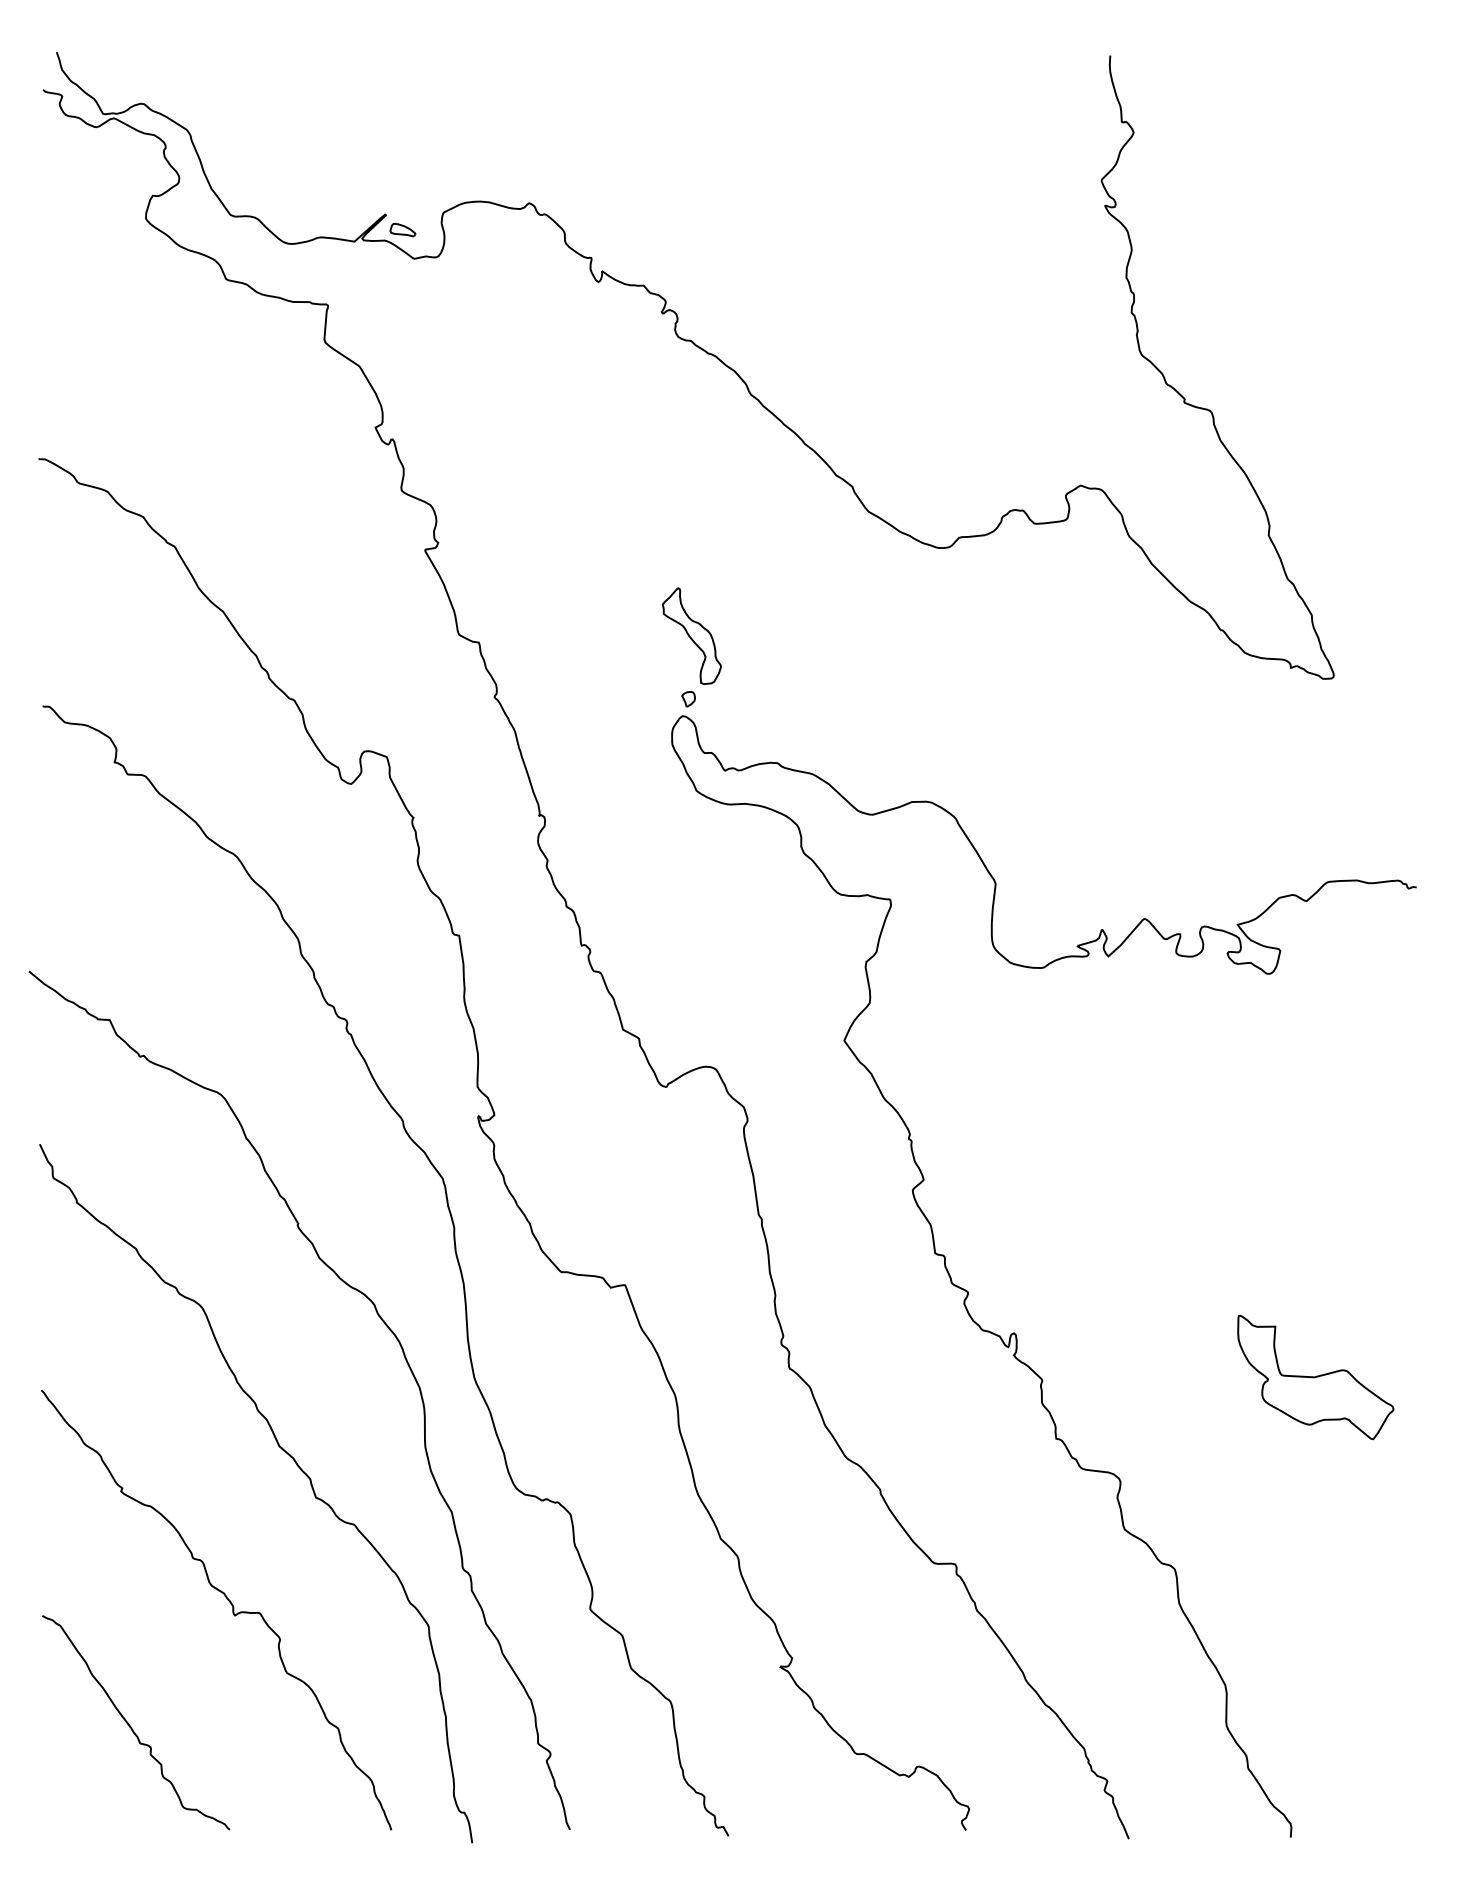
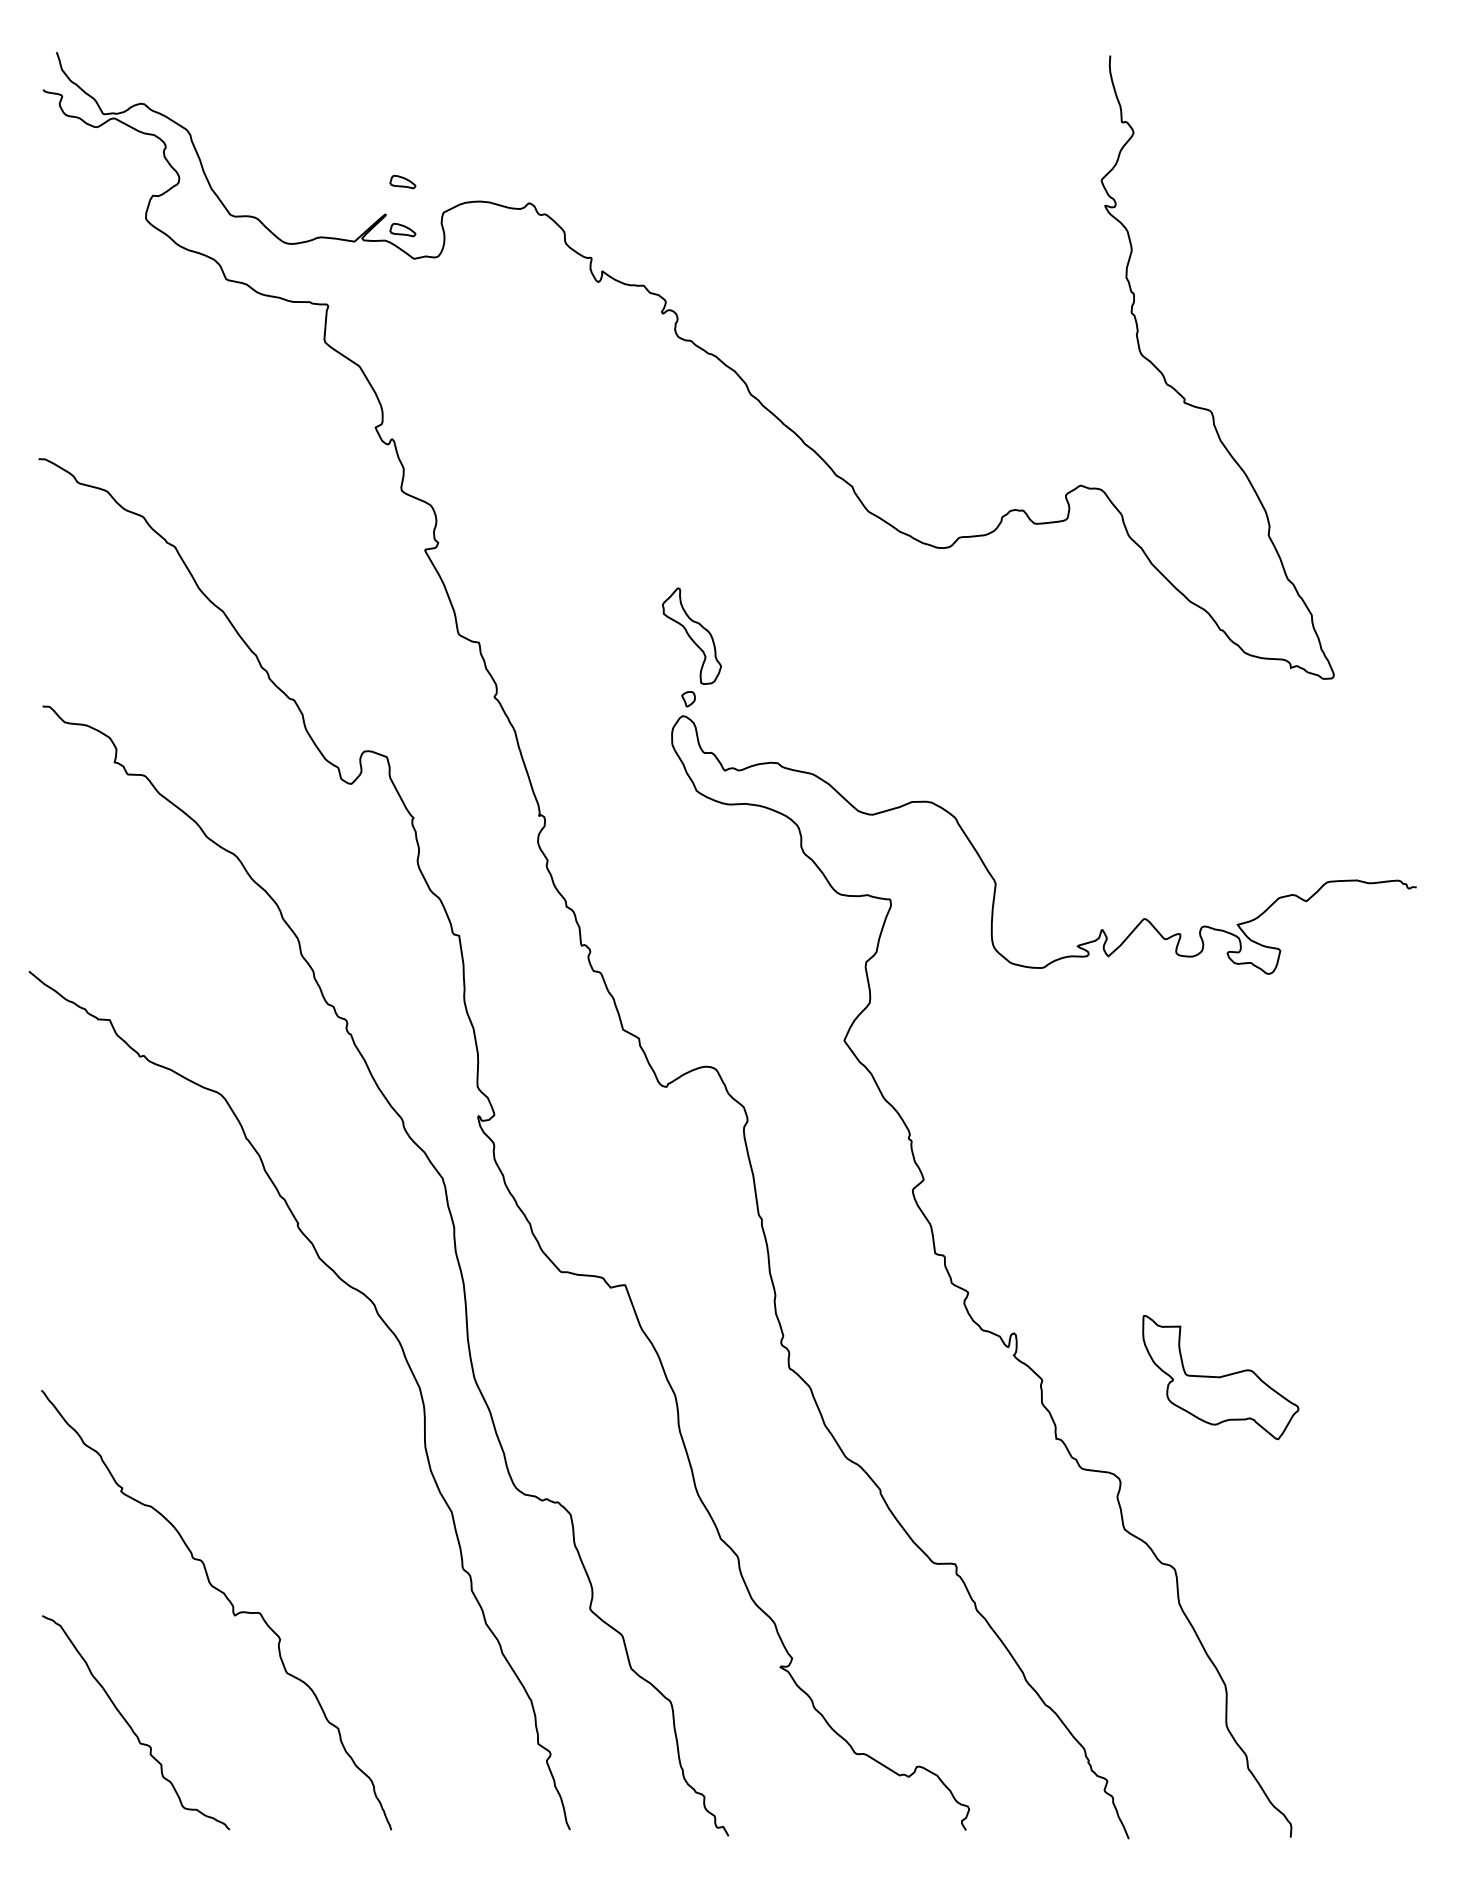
part at (402, 182): none -> present
part at (1315, 1377) position: (1315, 1377) -> (1220, 1377)
curve at (296, 1465): present -> none
